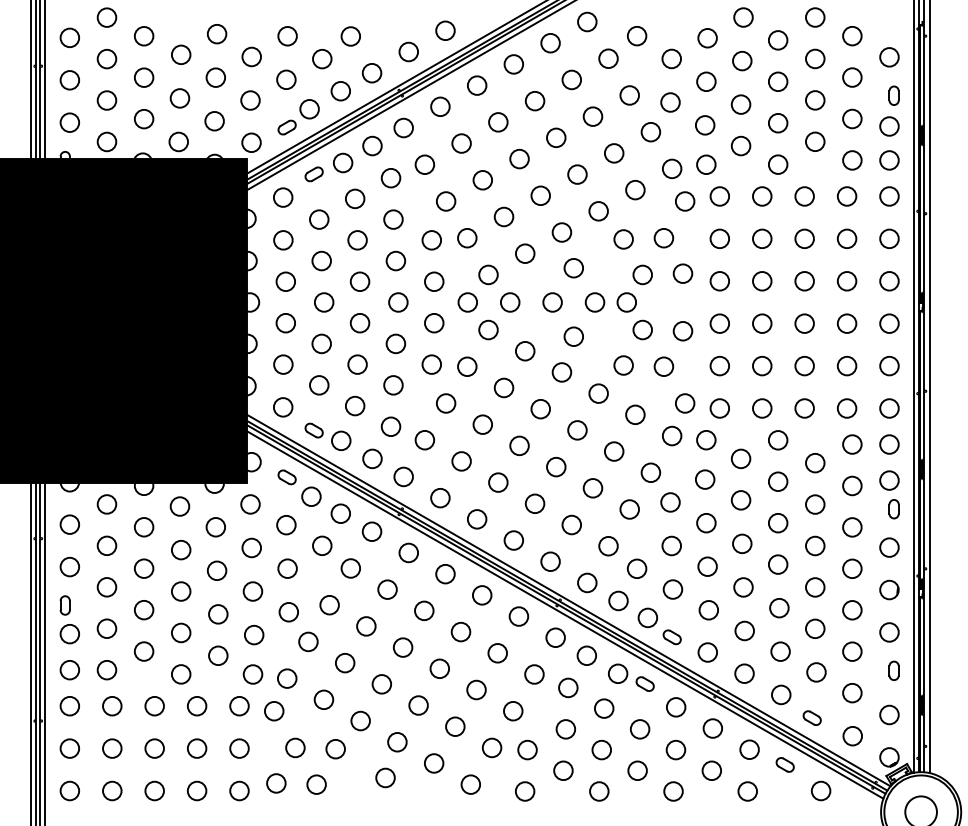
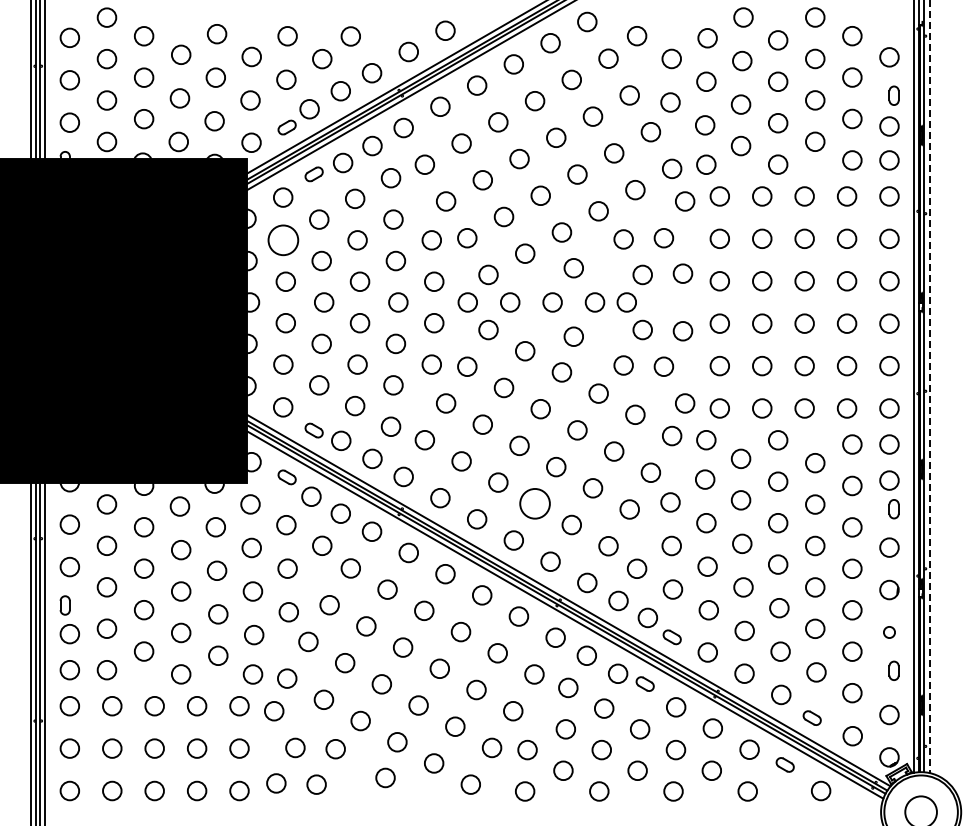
circle at (283, 240) diameter: 19 px -> 30 px
line at (929, 387): solid -> dashed
circle at (534, 503) diameter: 19 px -> 30 px
circle at (889, 632) size: 21x21 px -> 13x13 px
